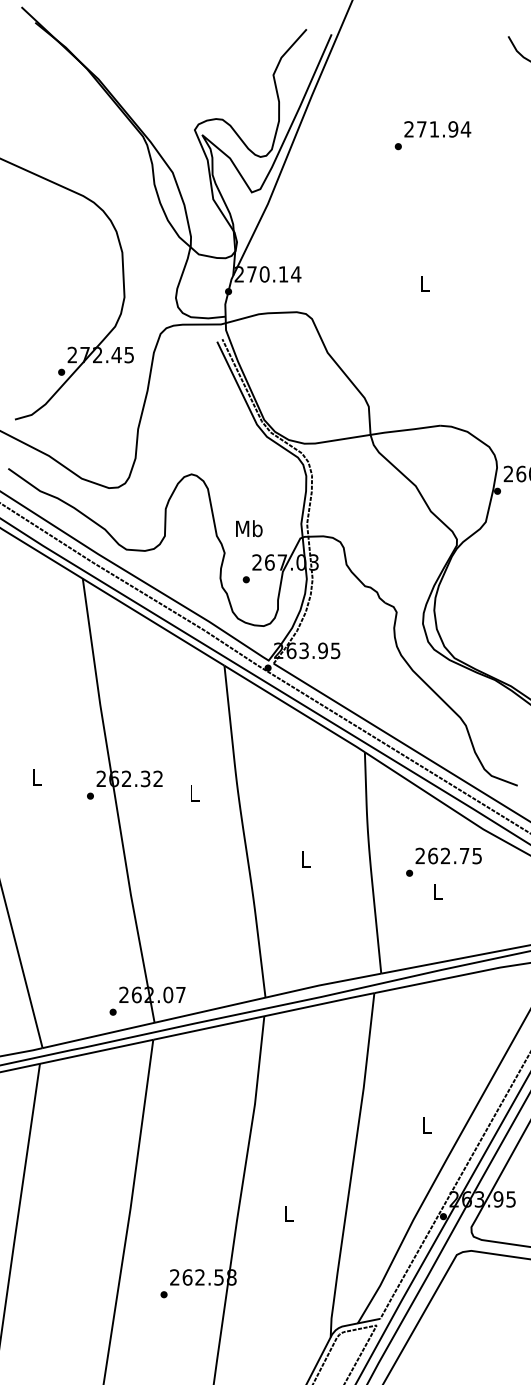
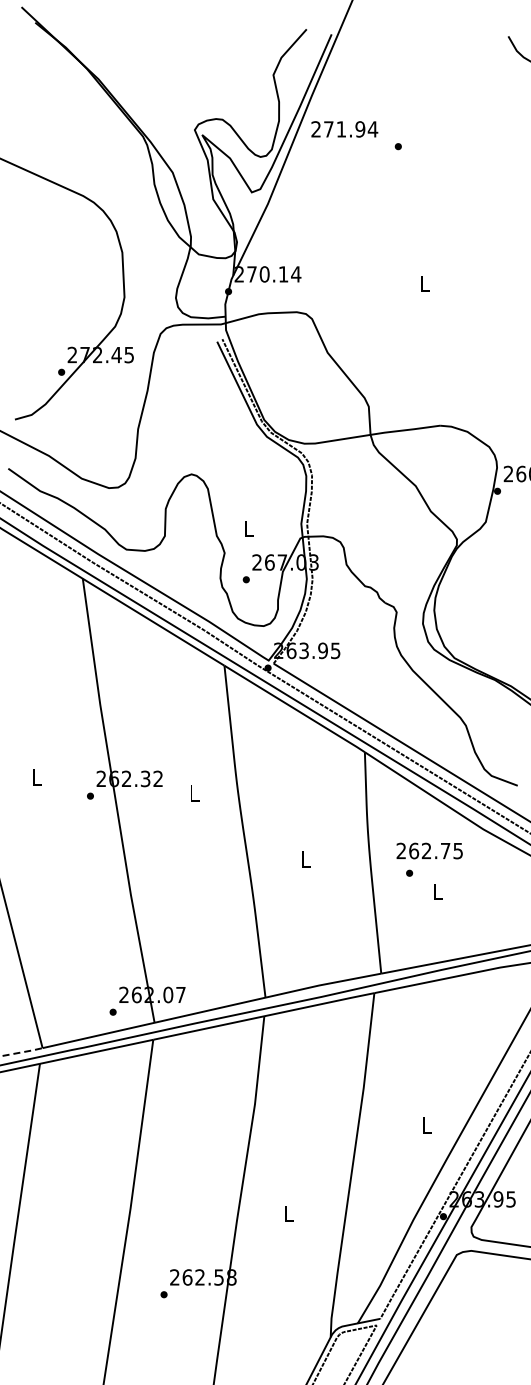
text at (437, 129) position: (437, 129) -> (344, 129)
text at (249, 528): Mb -> L
text at (448, 855) position: (448, 855) -> (429, 850)
line at (22, 1052): solid -> dashed
